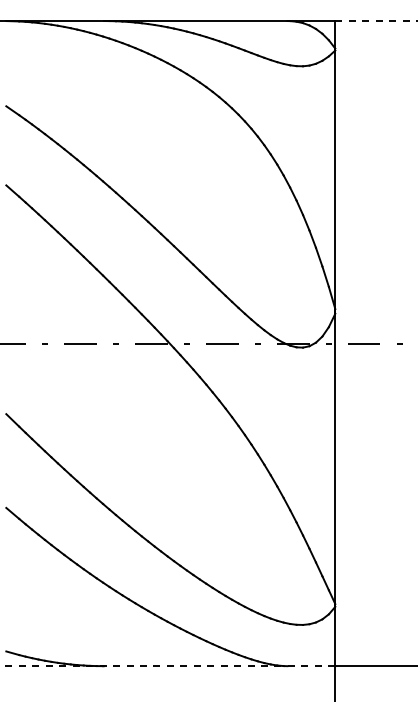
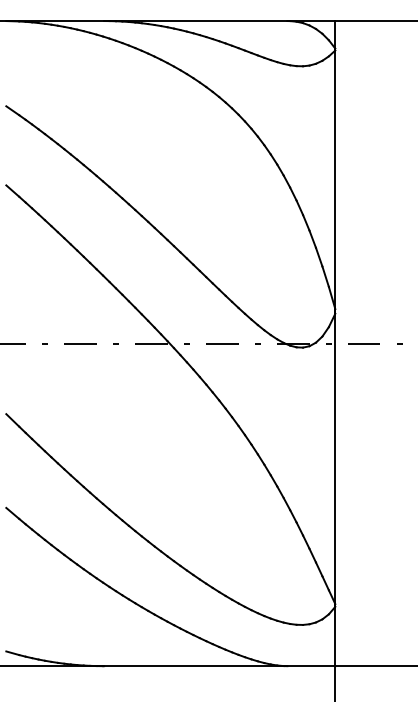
line at (376, 21): dashed -> solid
line at (168, 666): dashed -> solid
